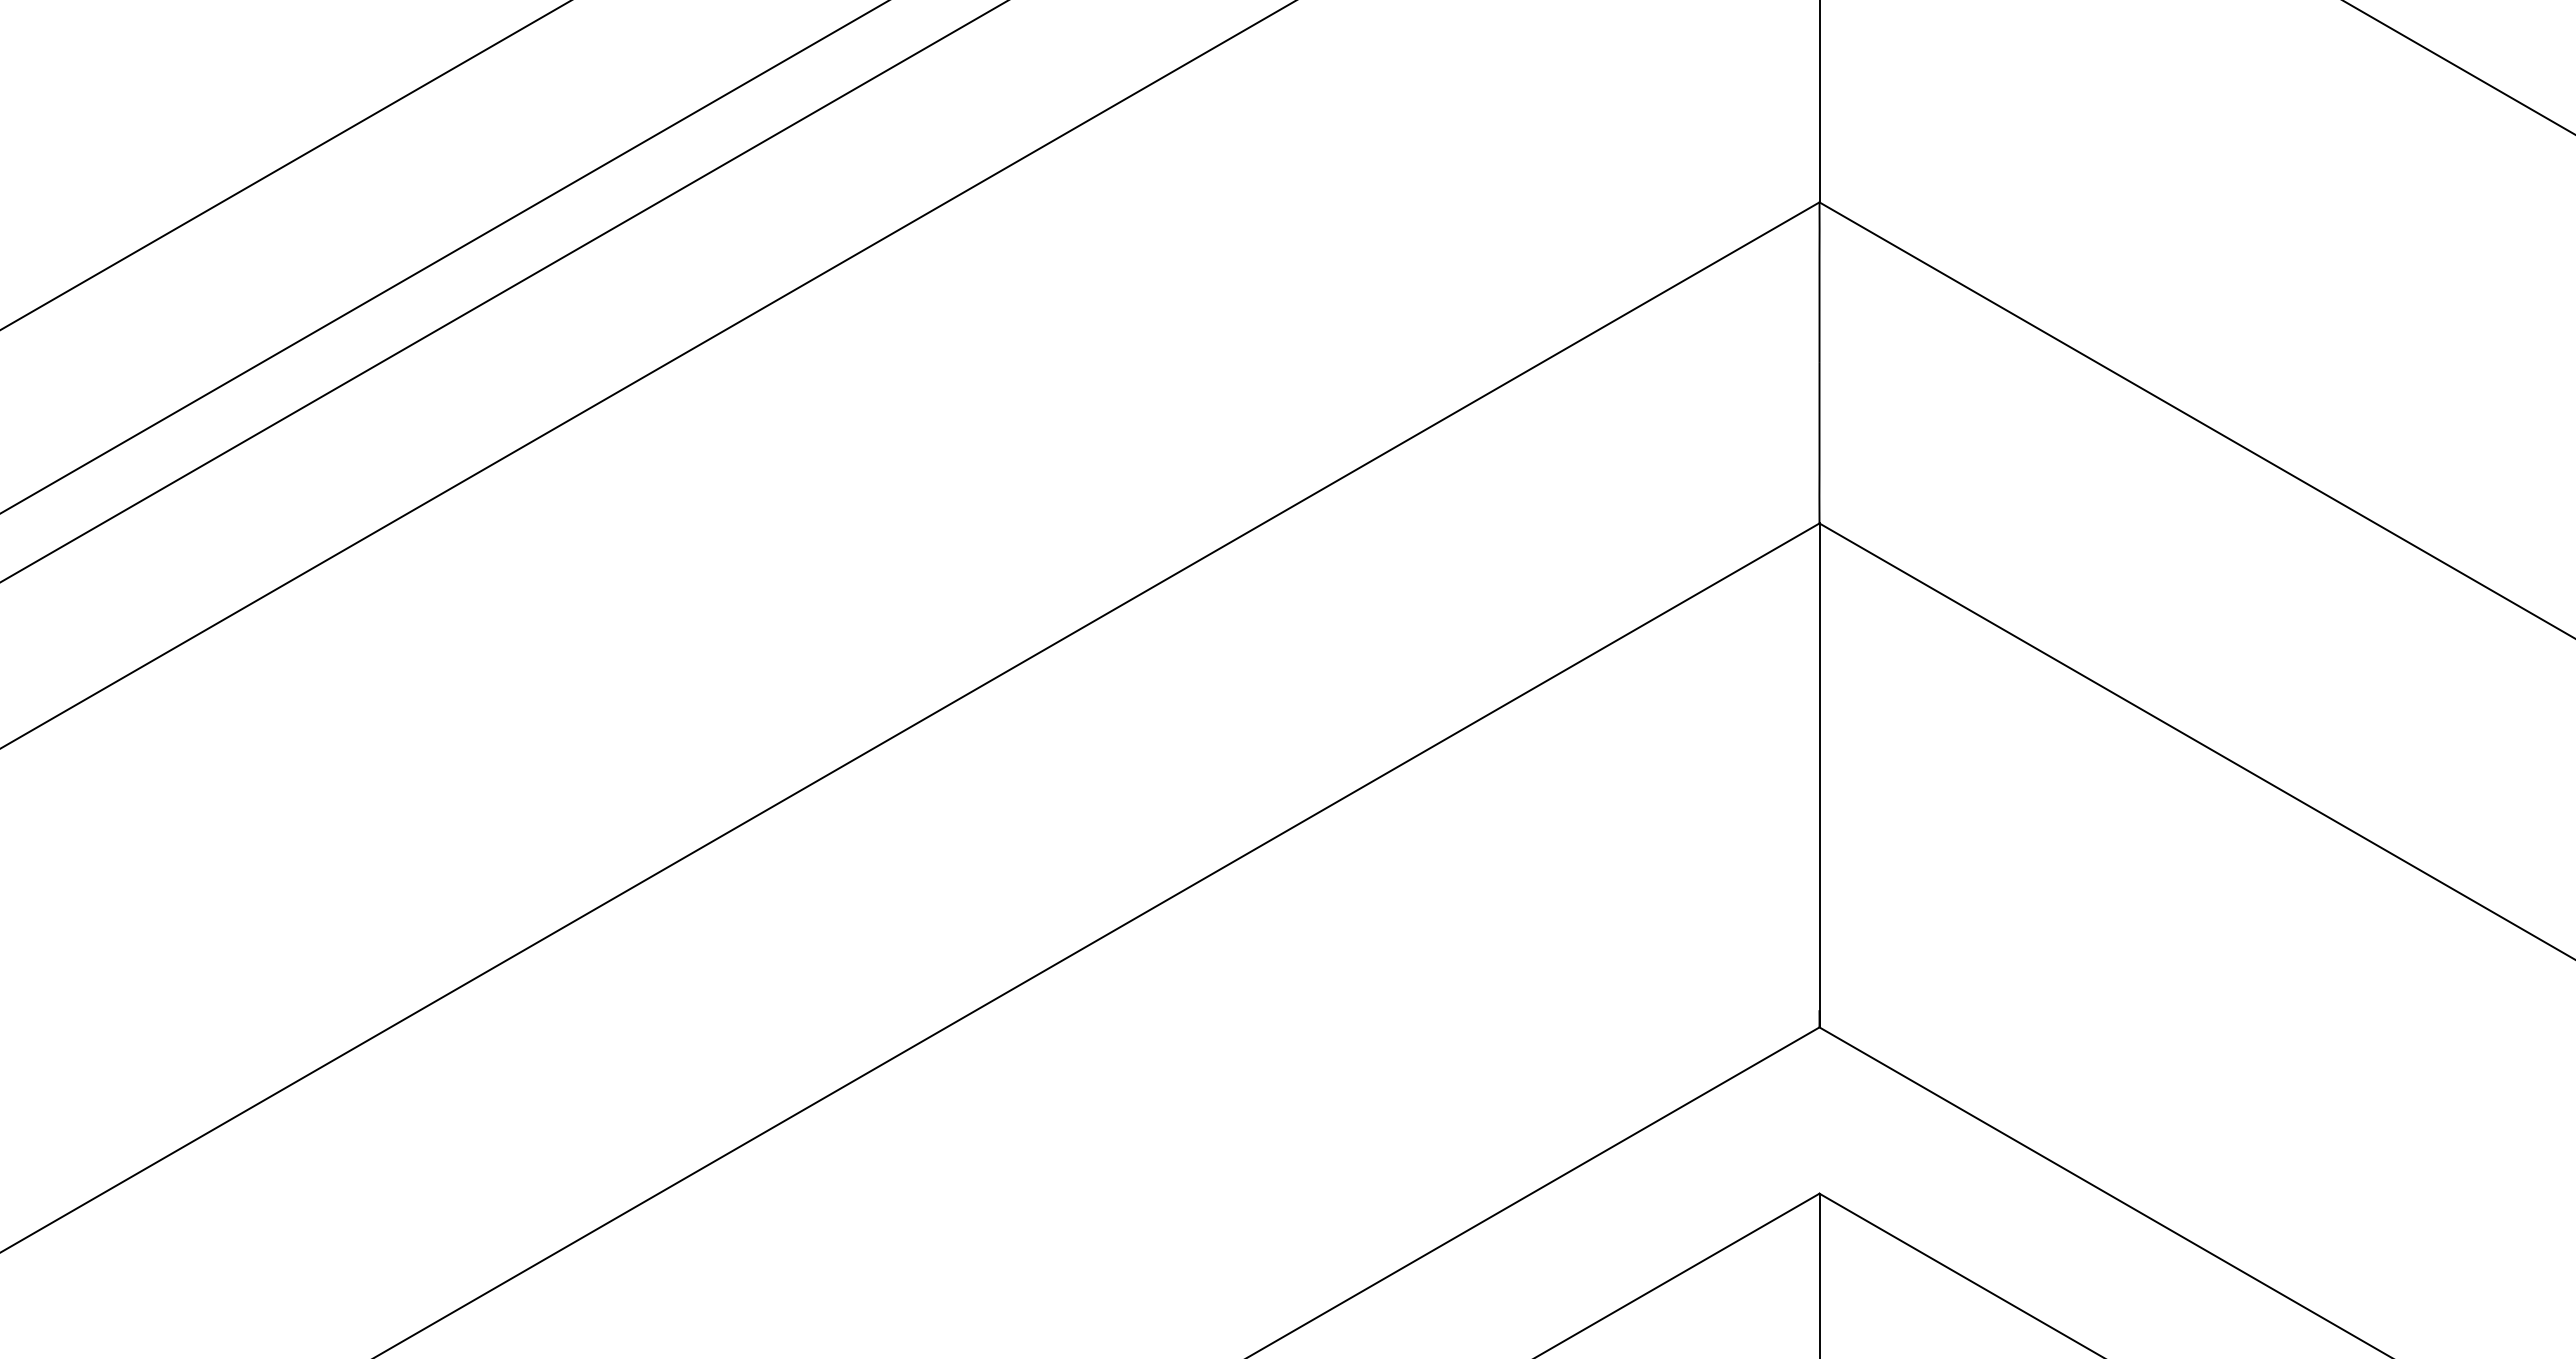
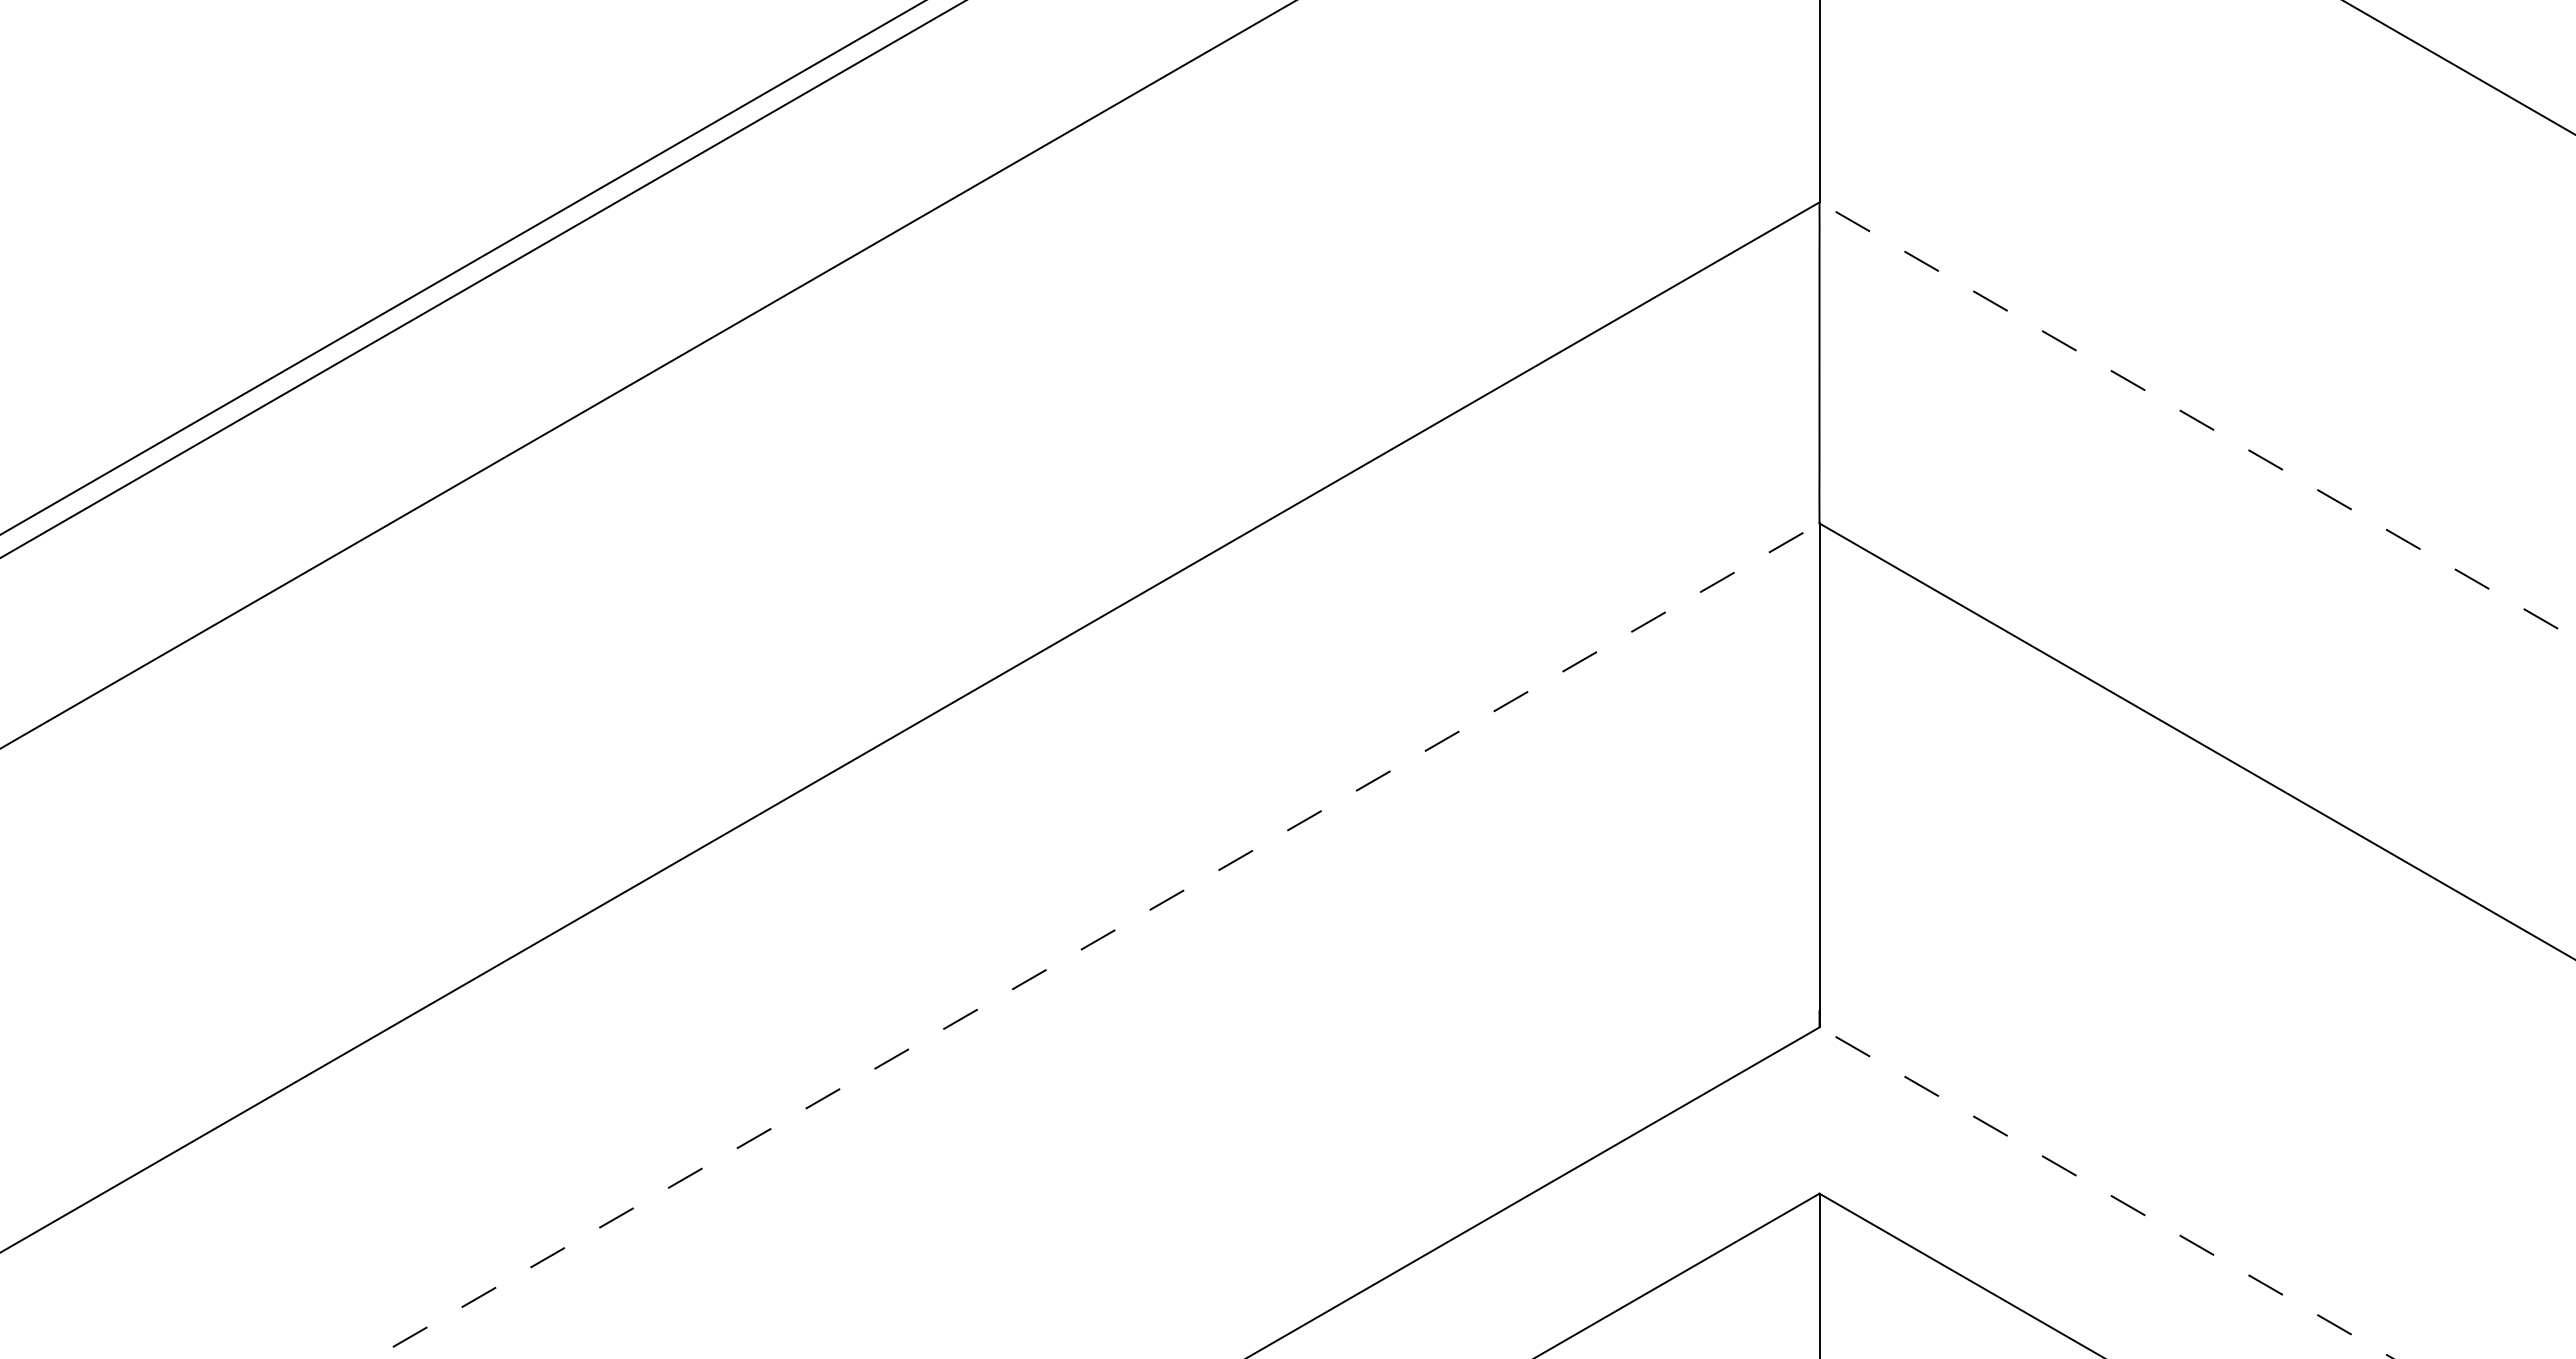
line at (284, 165): present -> none
line at (443, 257) position: (443, 257) -> (462, 267)
line at (503, 291) position: (503, 291) -> (482, 279)
line at (2197, 420): solid -> dashed
line at (1096, 940): solid -> dashed
line at (2106, 1192): solid -> dashed
